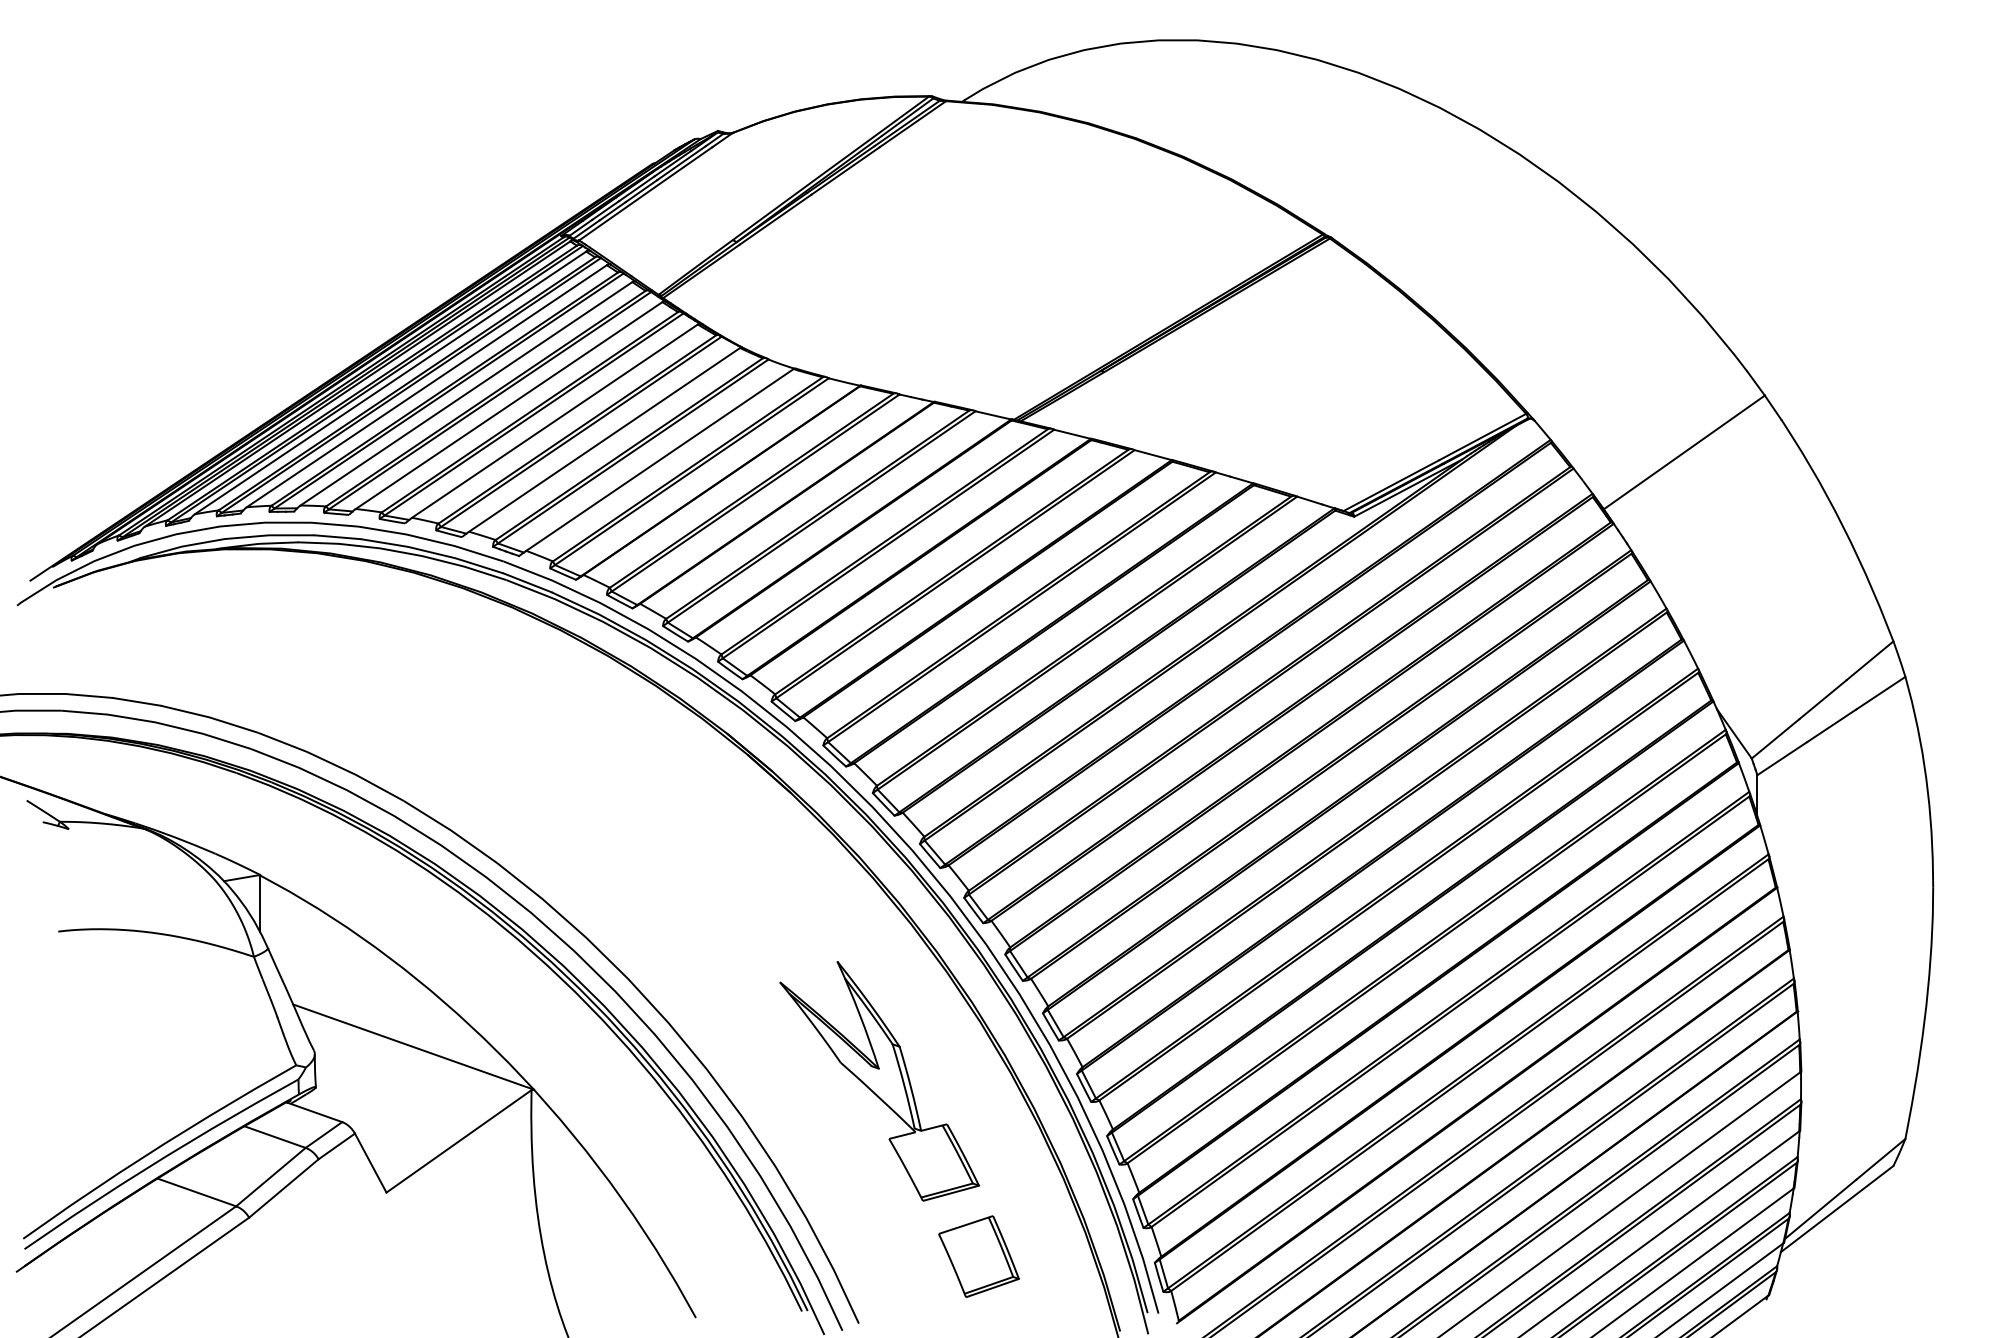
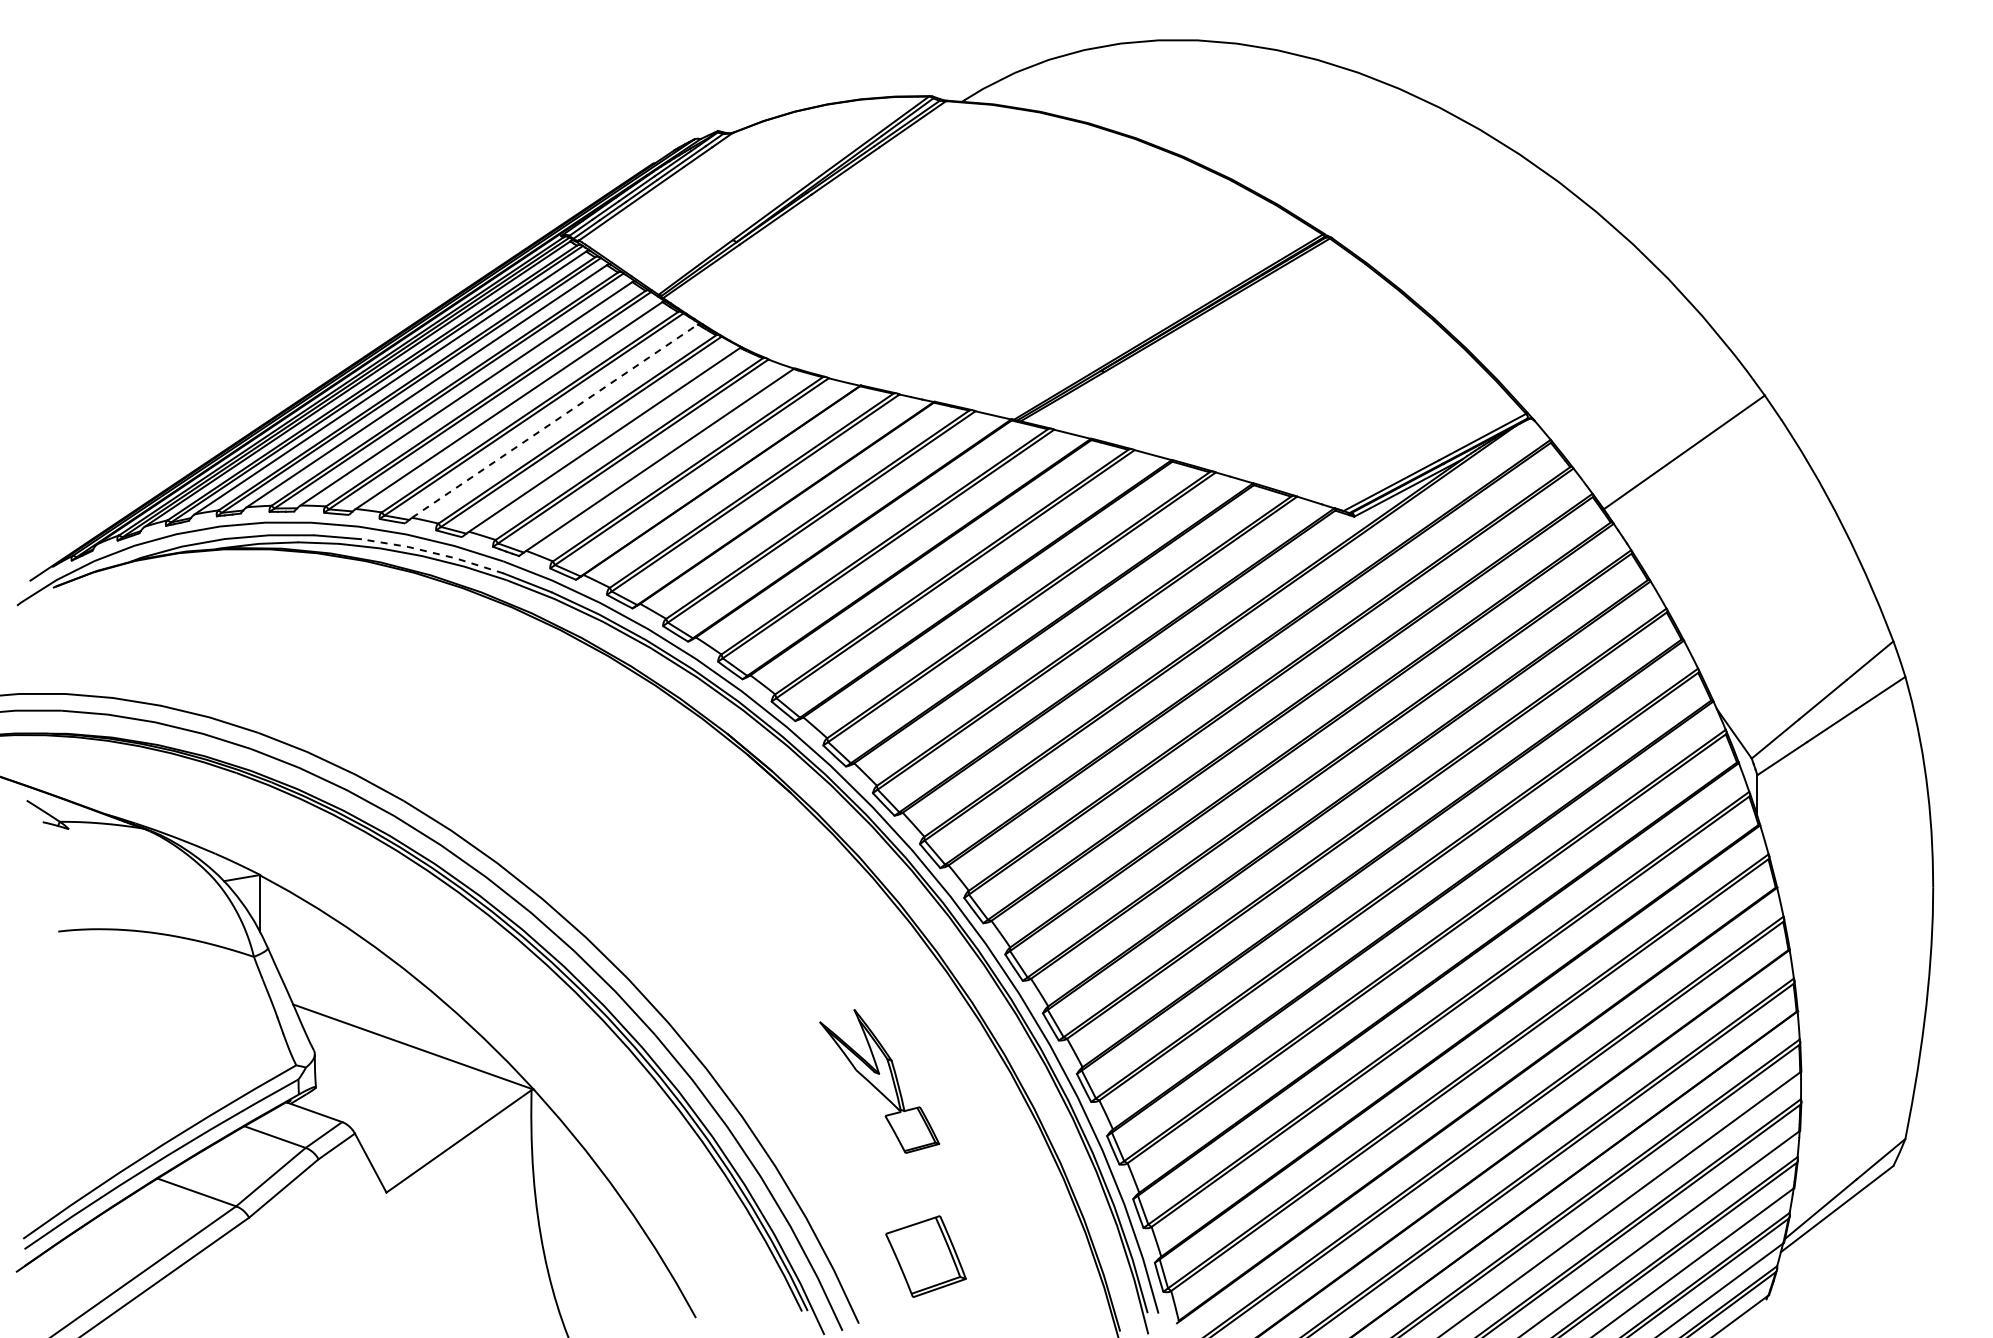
line at (554, 421): solid -> dashed
line at (433, 552): solid -> dashed
part at (879, 1081) size: 201x241 px -> 122x145 px
part at (978, 1256) position: (978, 1256) -> (925, 1256)
